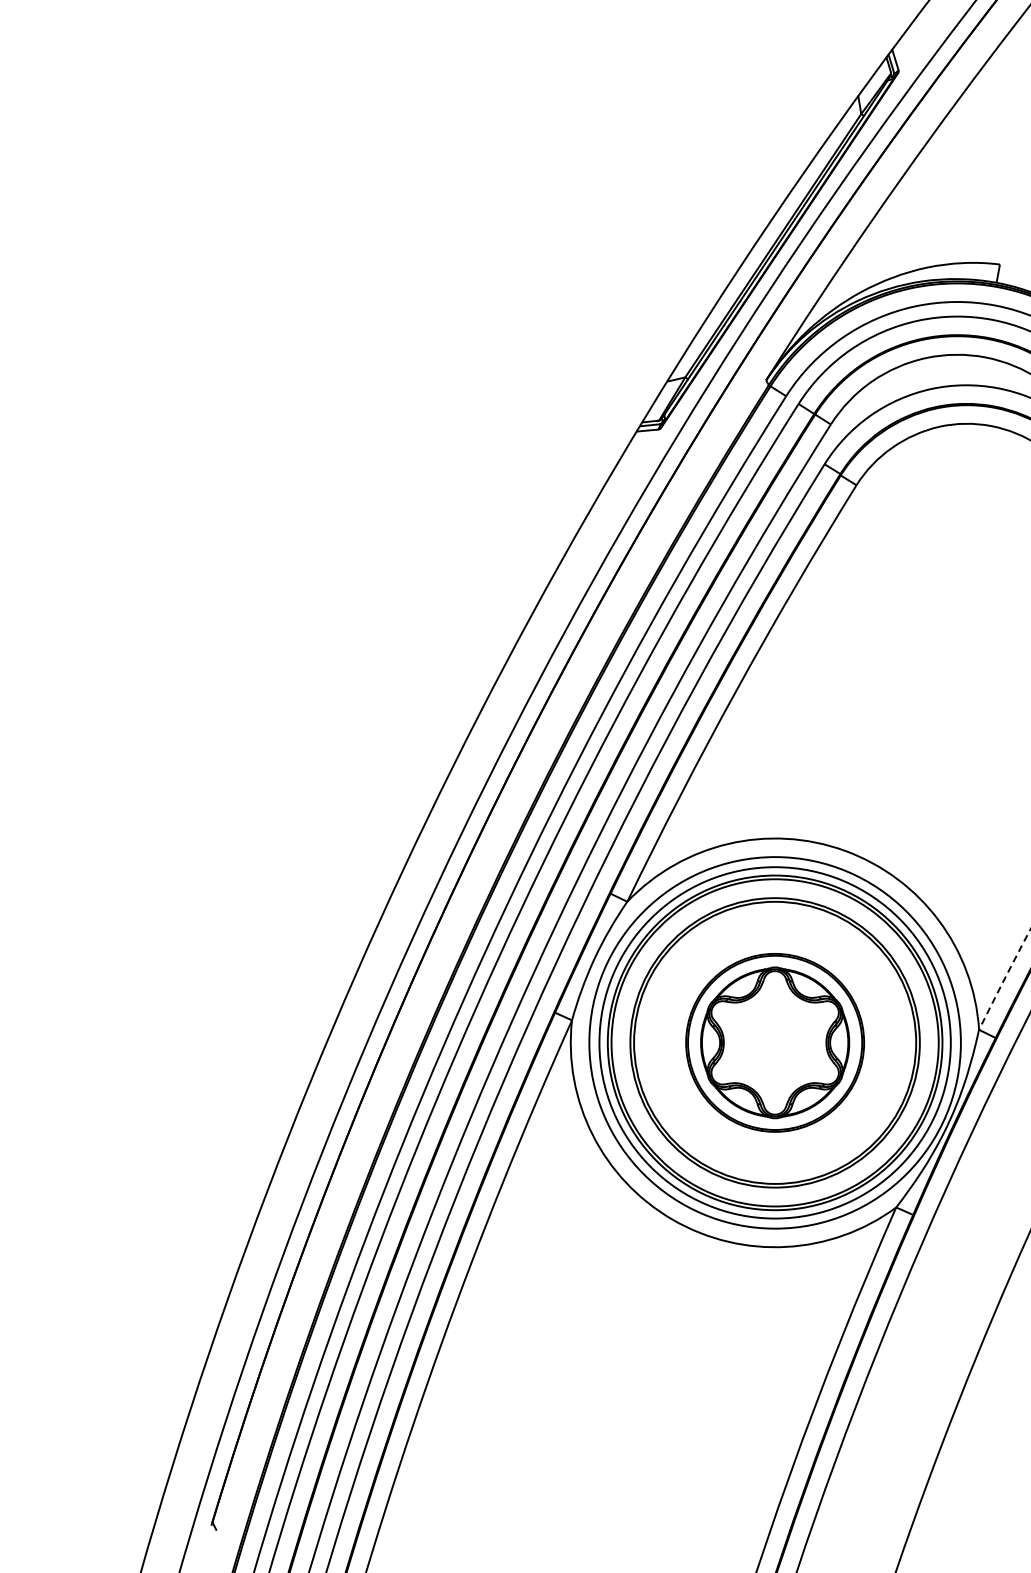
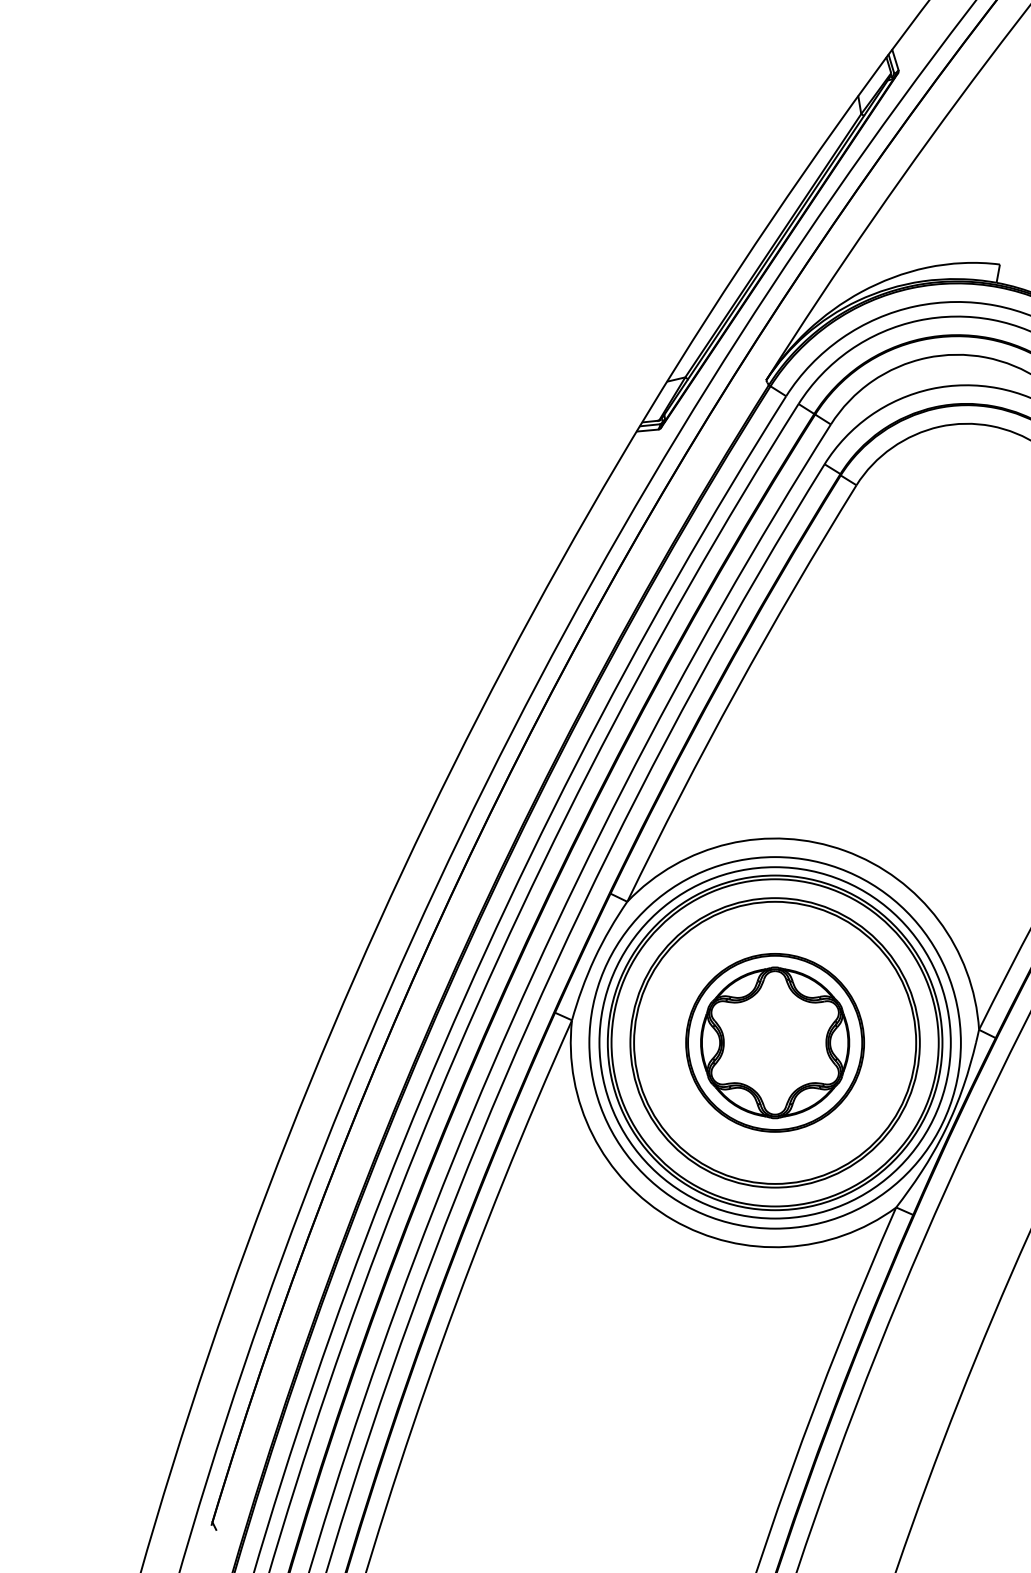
arc at (1004, 979): dashed -> solid
